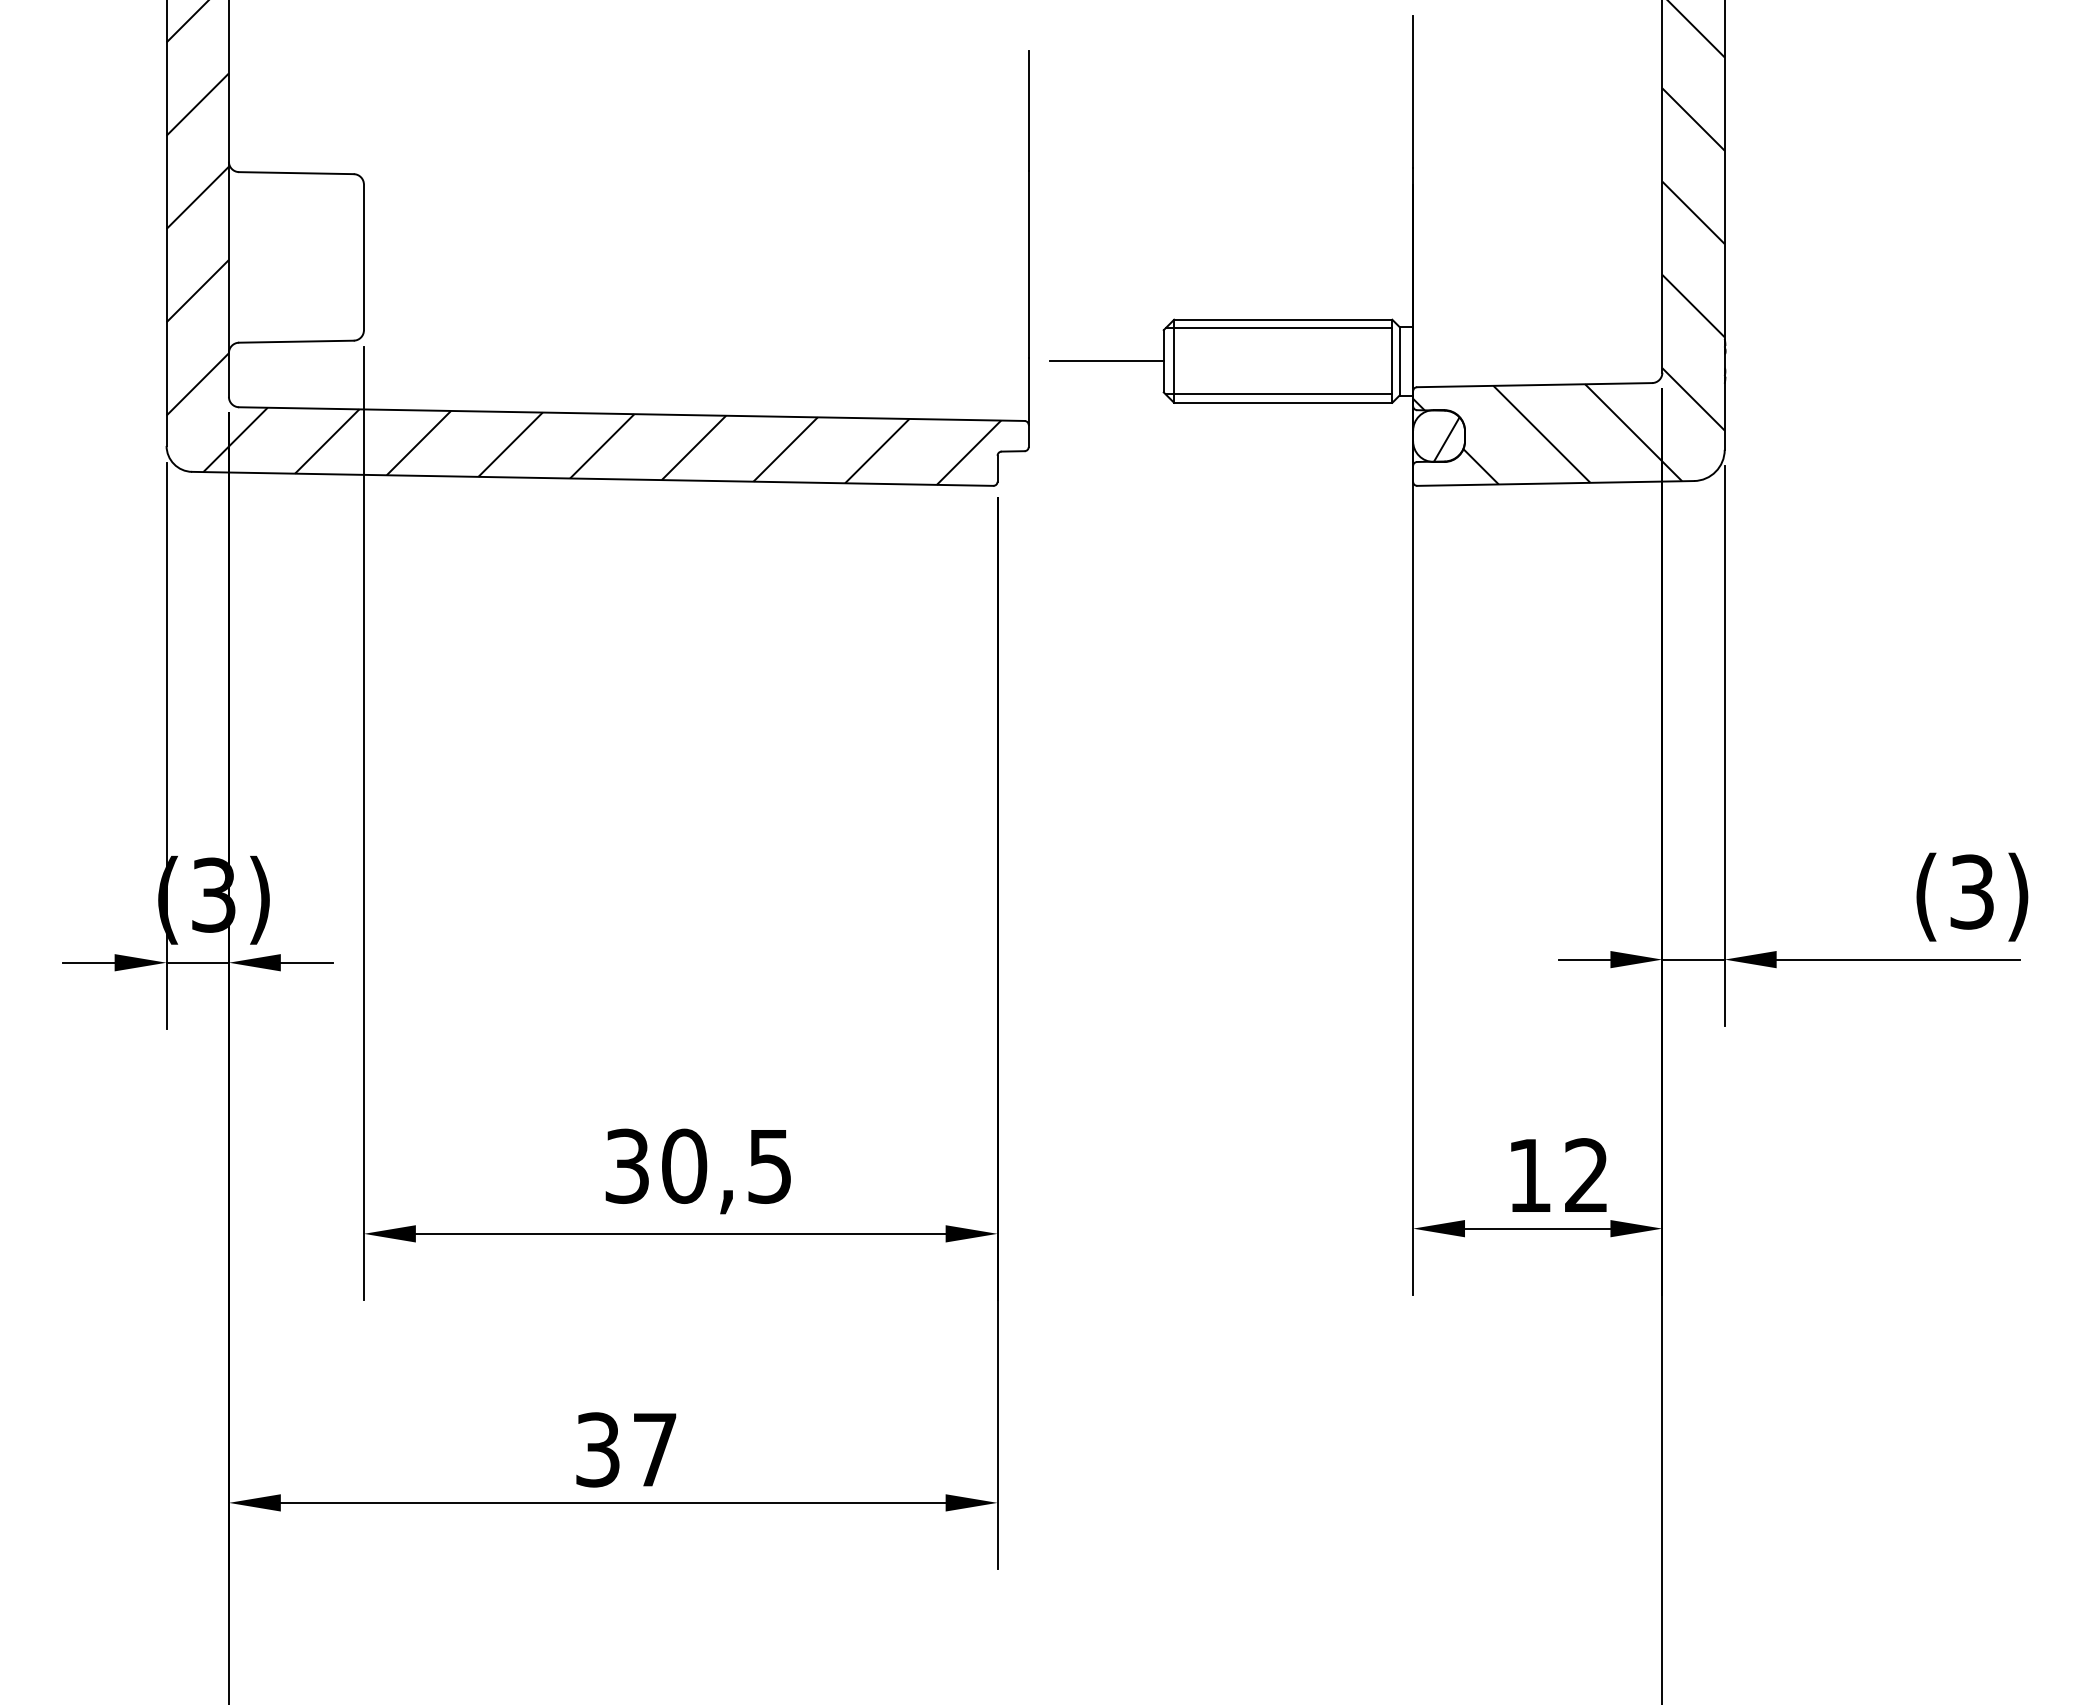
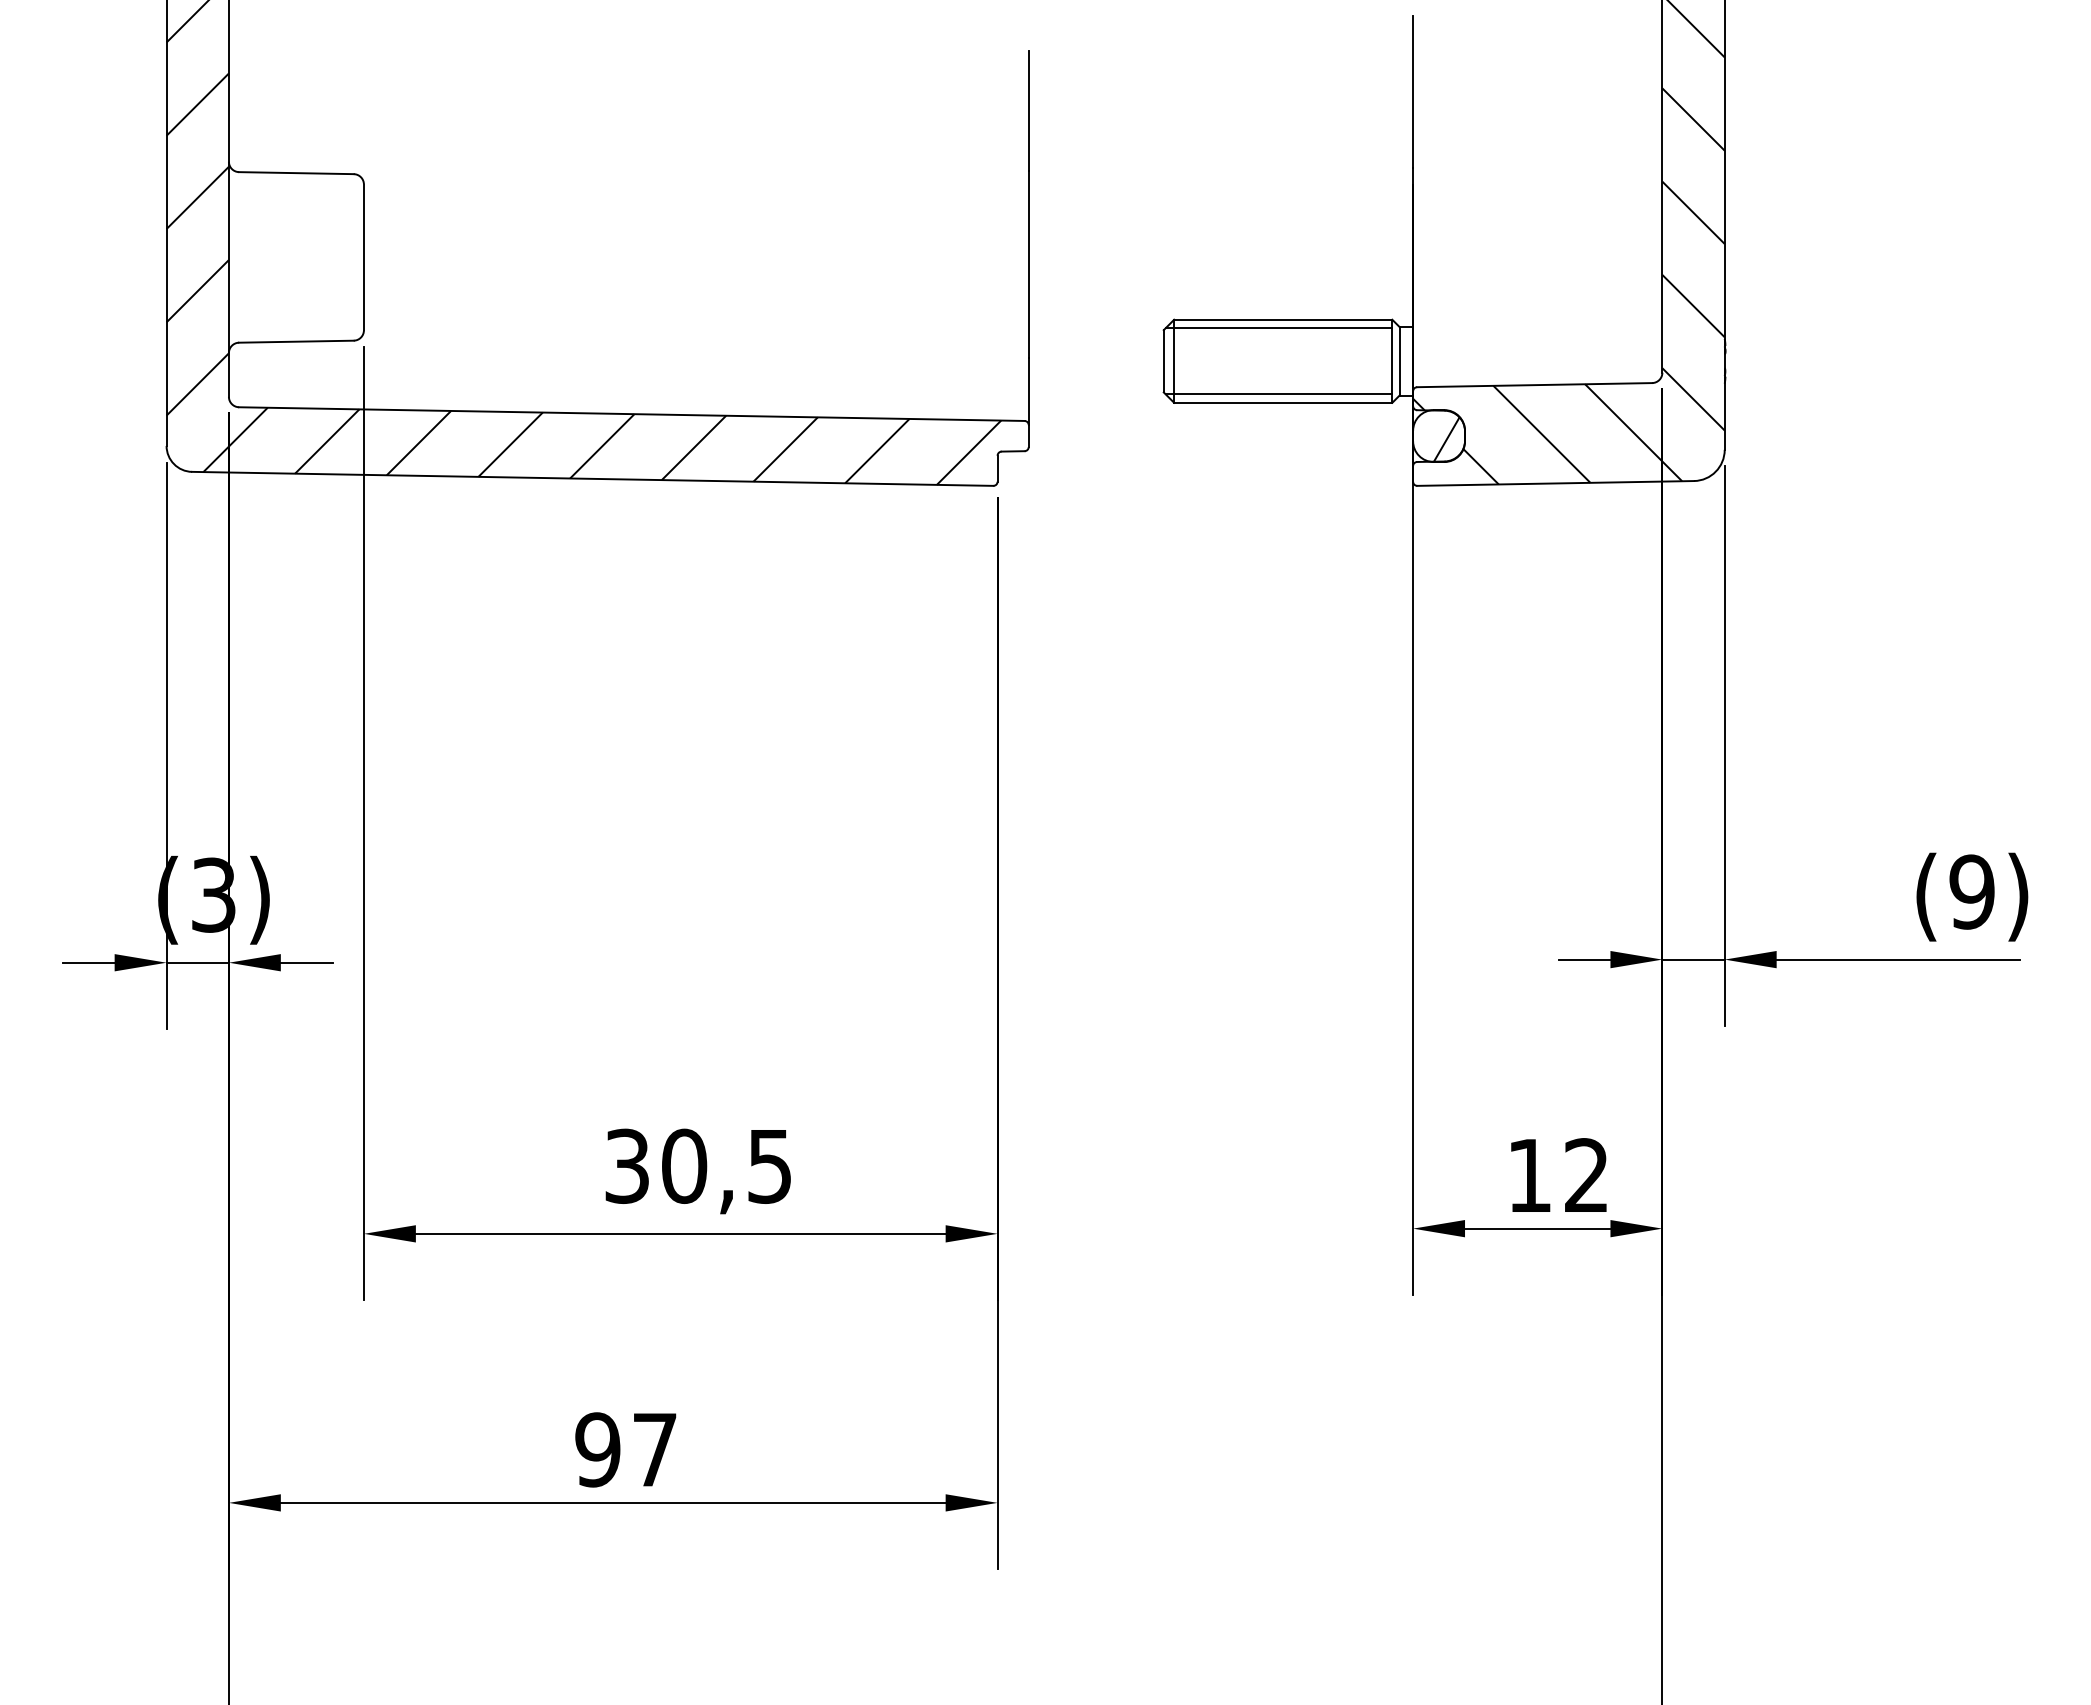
line at (1106, 361): present -> none
text at (1971, 891): (3) -> (9)
text at (597, 1449): 37 -> 97
